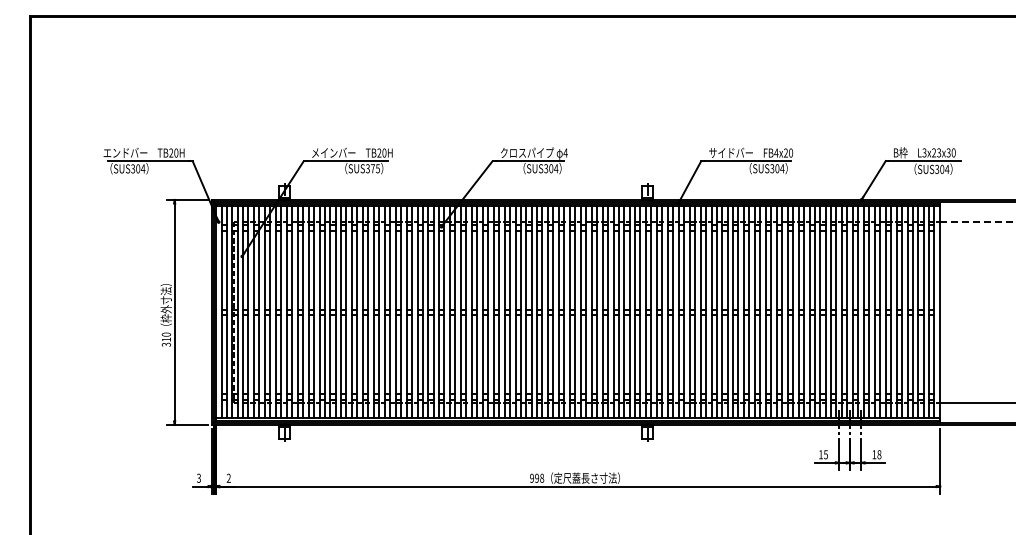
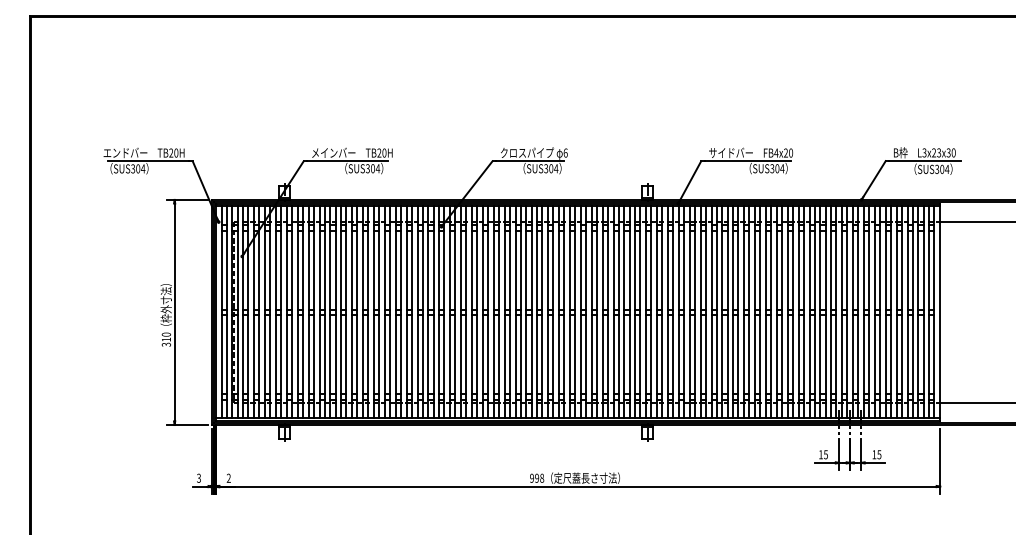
text at (565, 152): 4 -> 6
text at (375, 168): SUS375 -> SUS304
line at (978, 221): dashed -> solid
text at (879, 454): 18 -> 15
